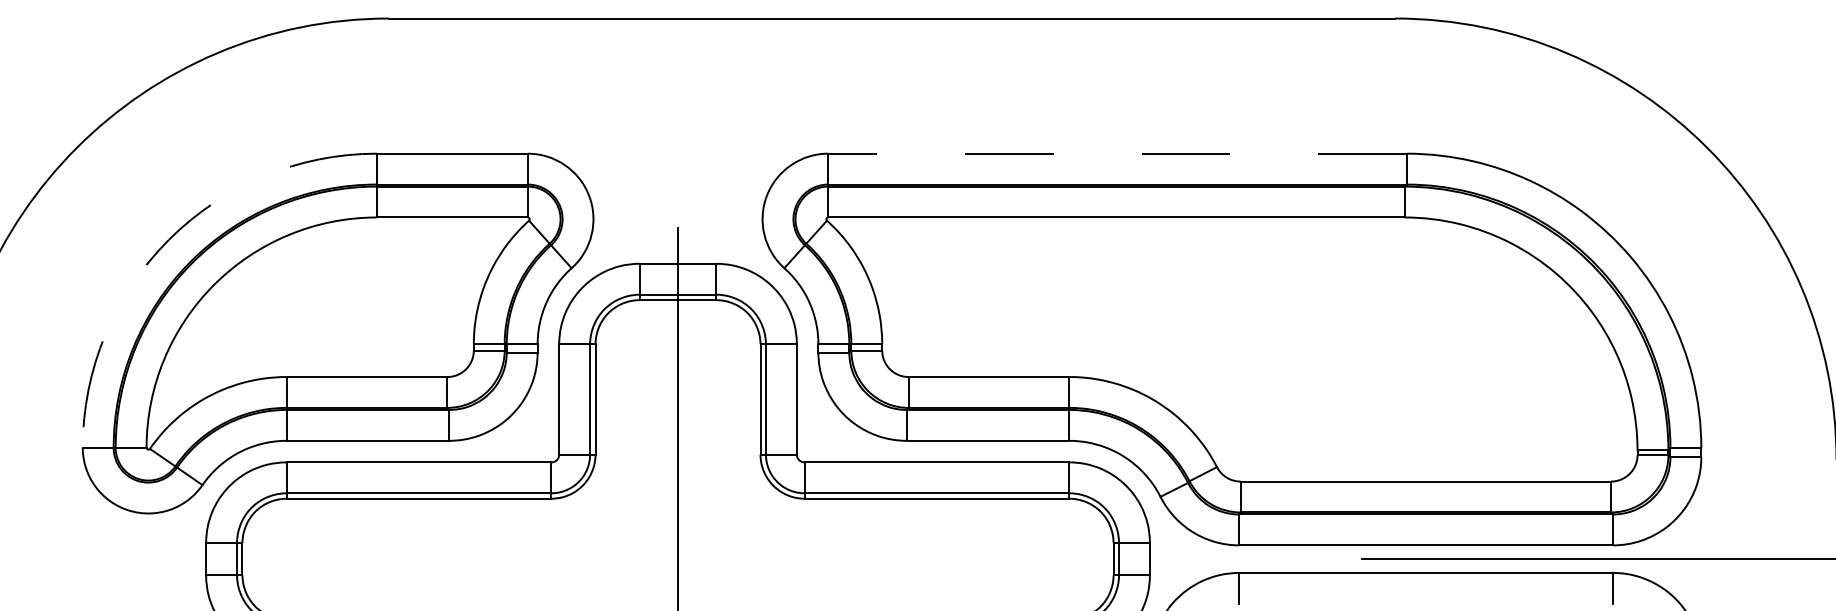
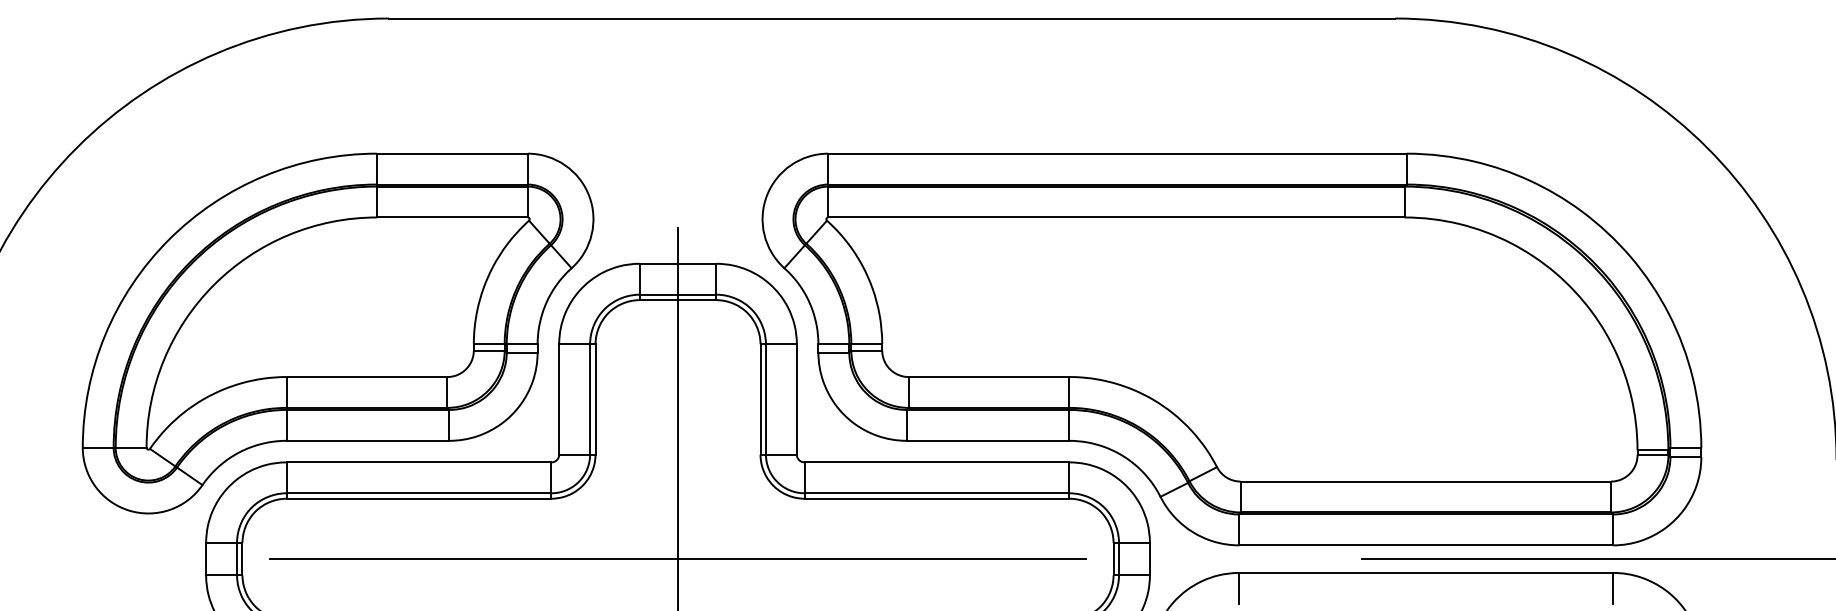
line at (1116, 153): dashed -> solid
arc at (168, 239): dashed -> solid
line at (677, 559): none -> present
